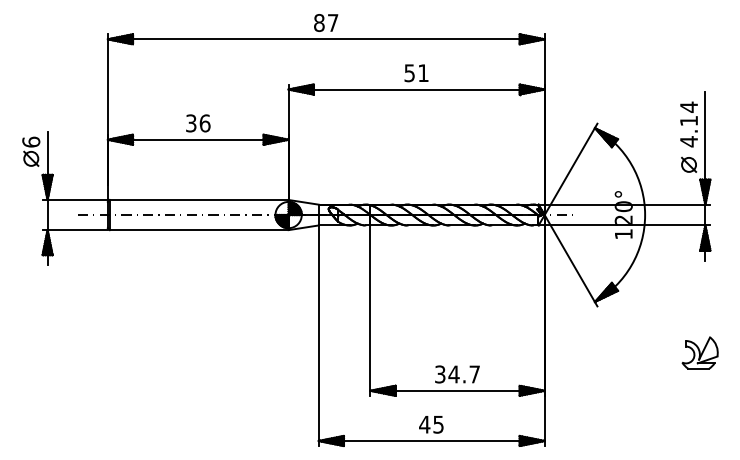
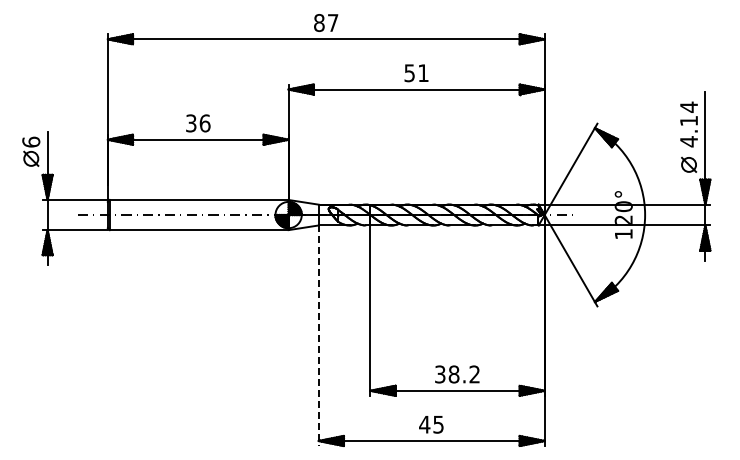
line at (318, 336): solid -> dashed
part at (699, 352): present -> none
text at (463, 374): 34.7 -> 38.2
